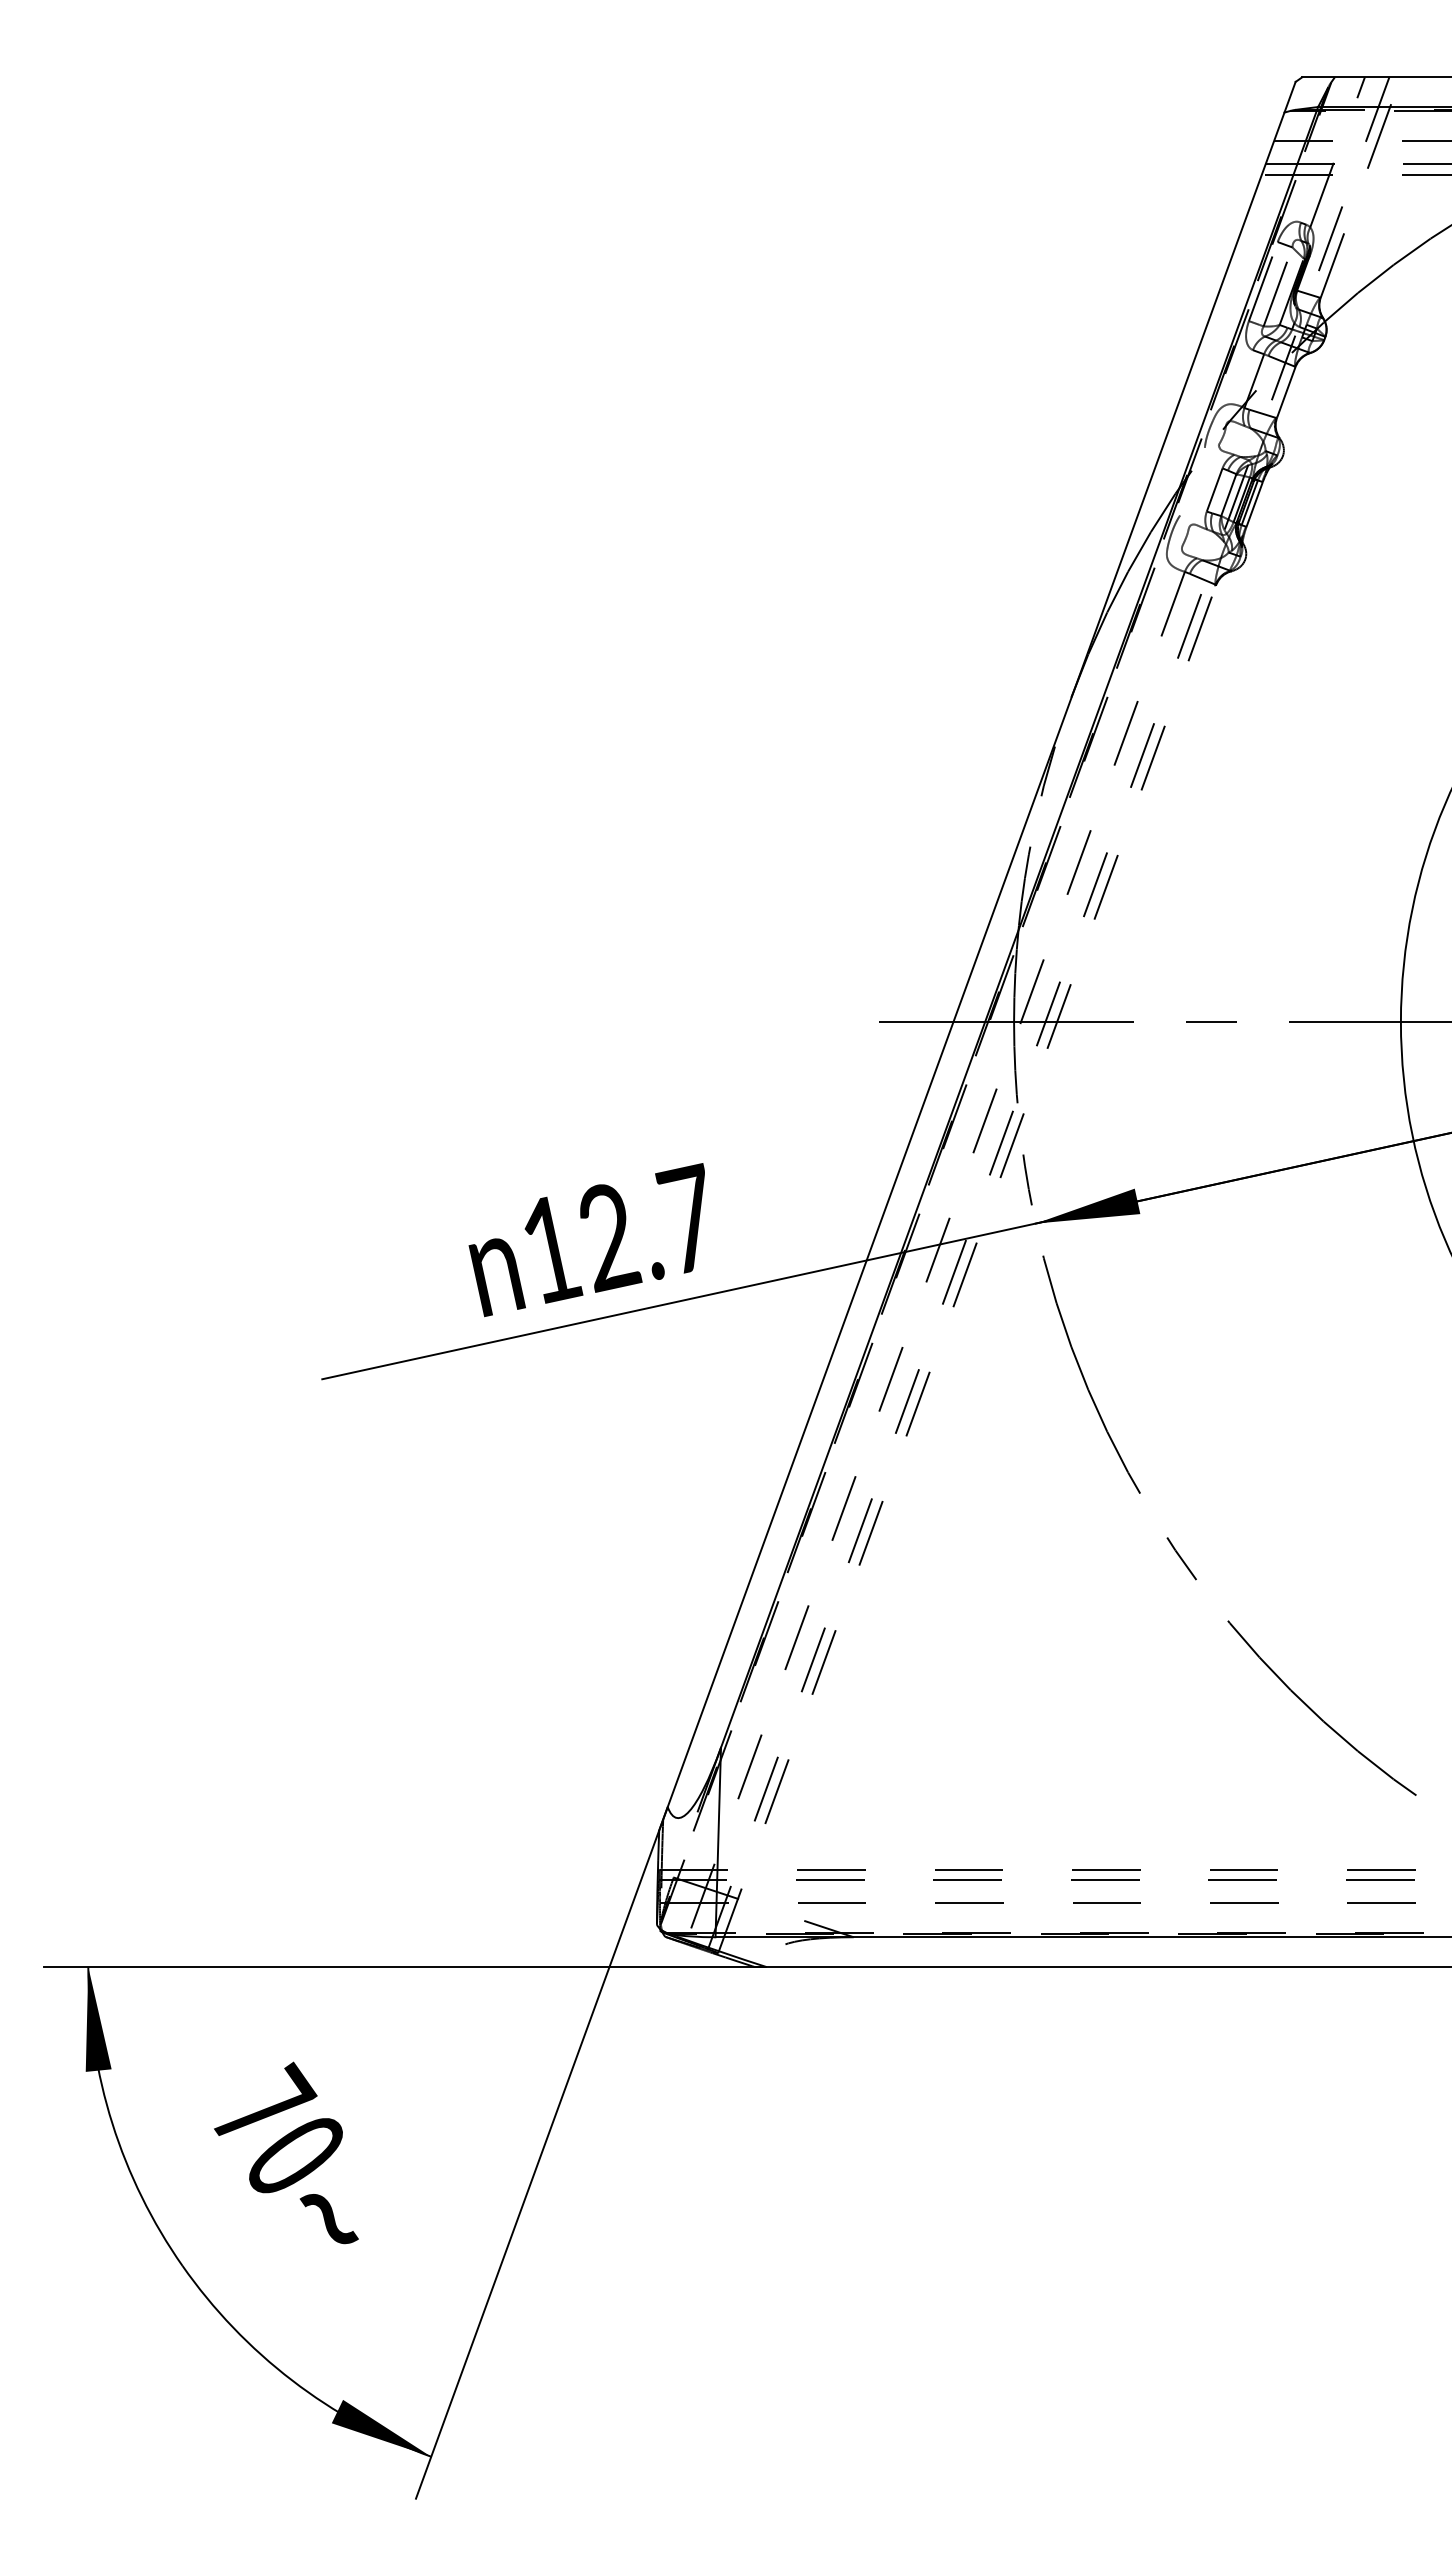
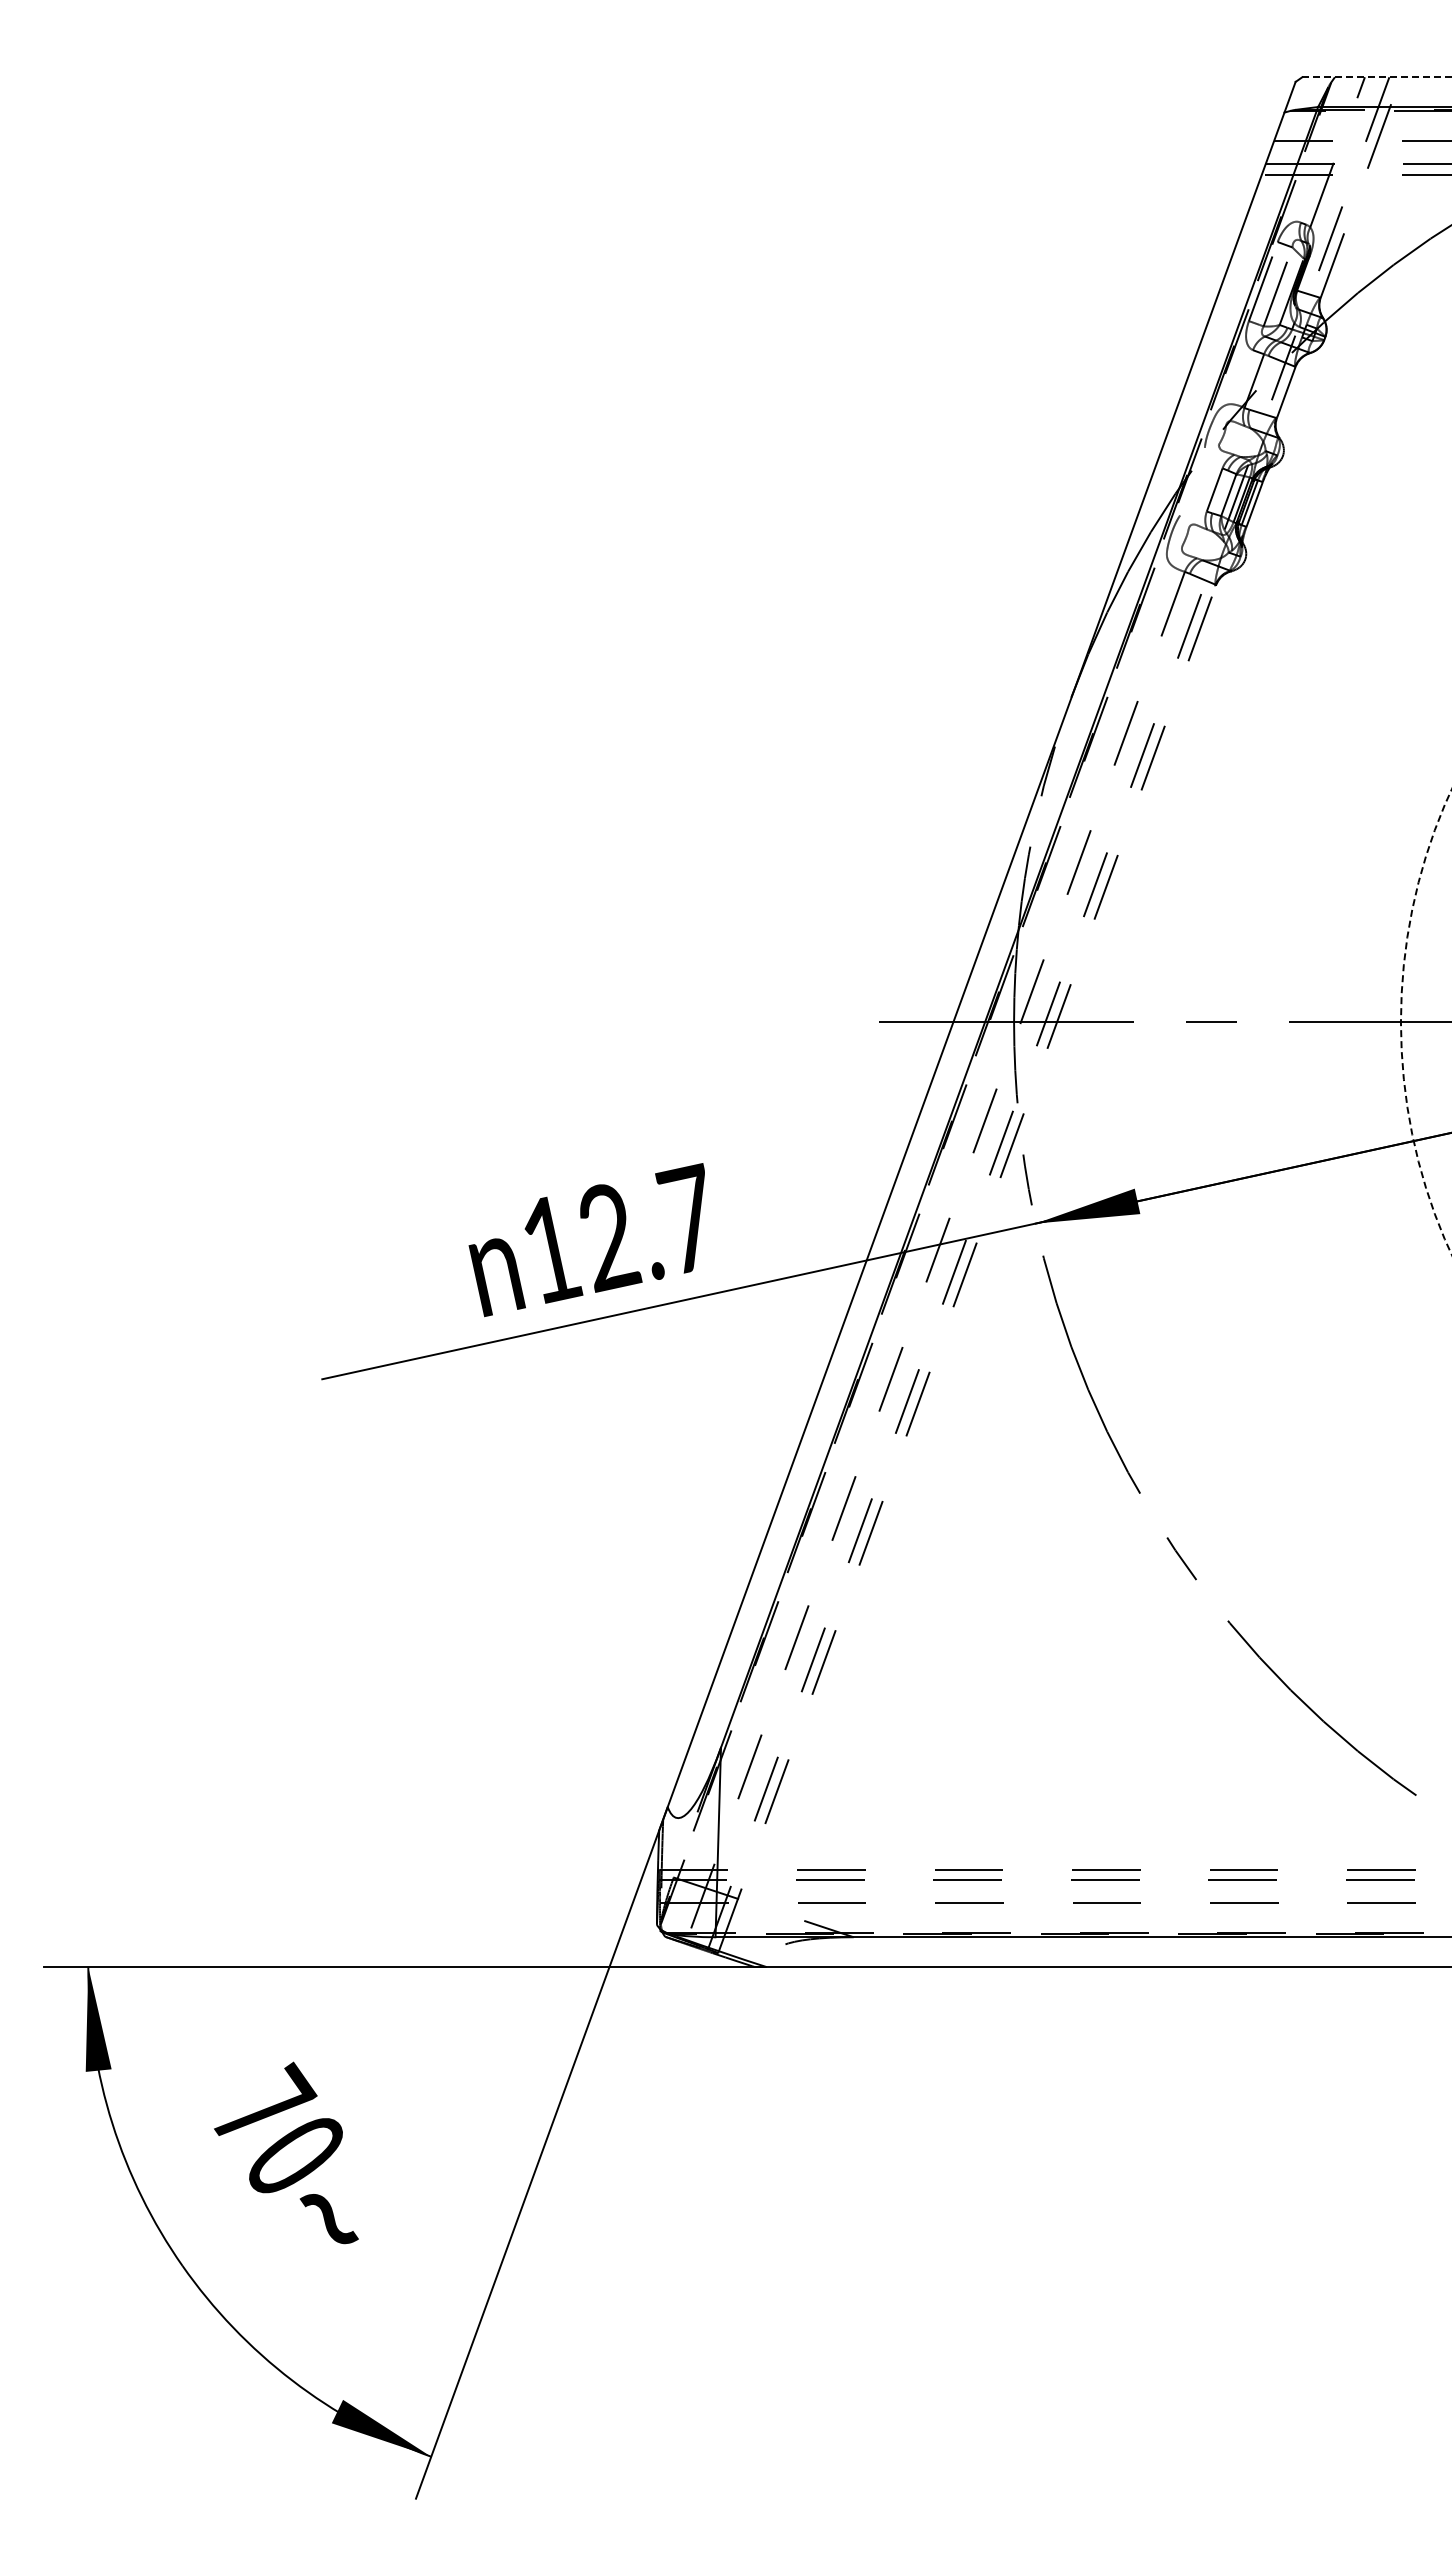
line at (1377, 77): solid -> dashed
circle at (1425, 1022): solid -> dashed
